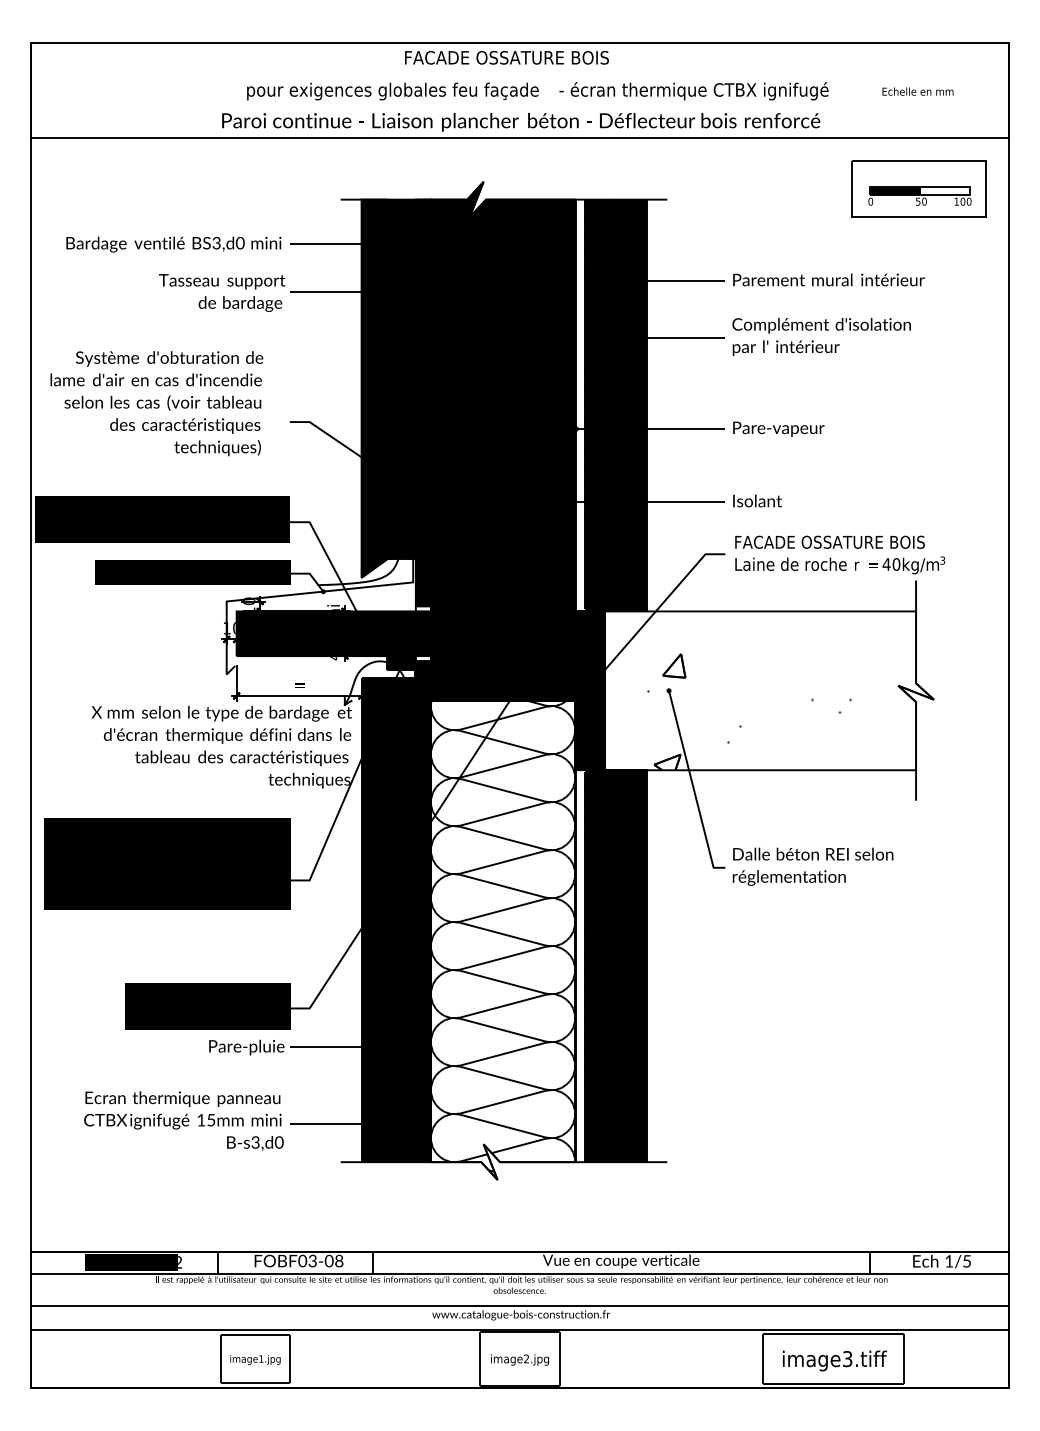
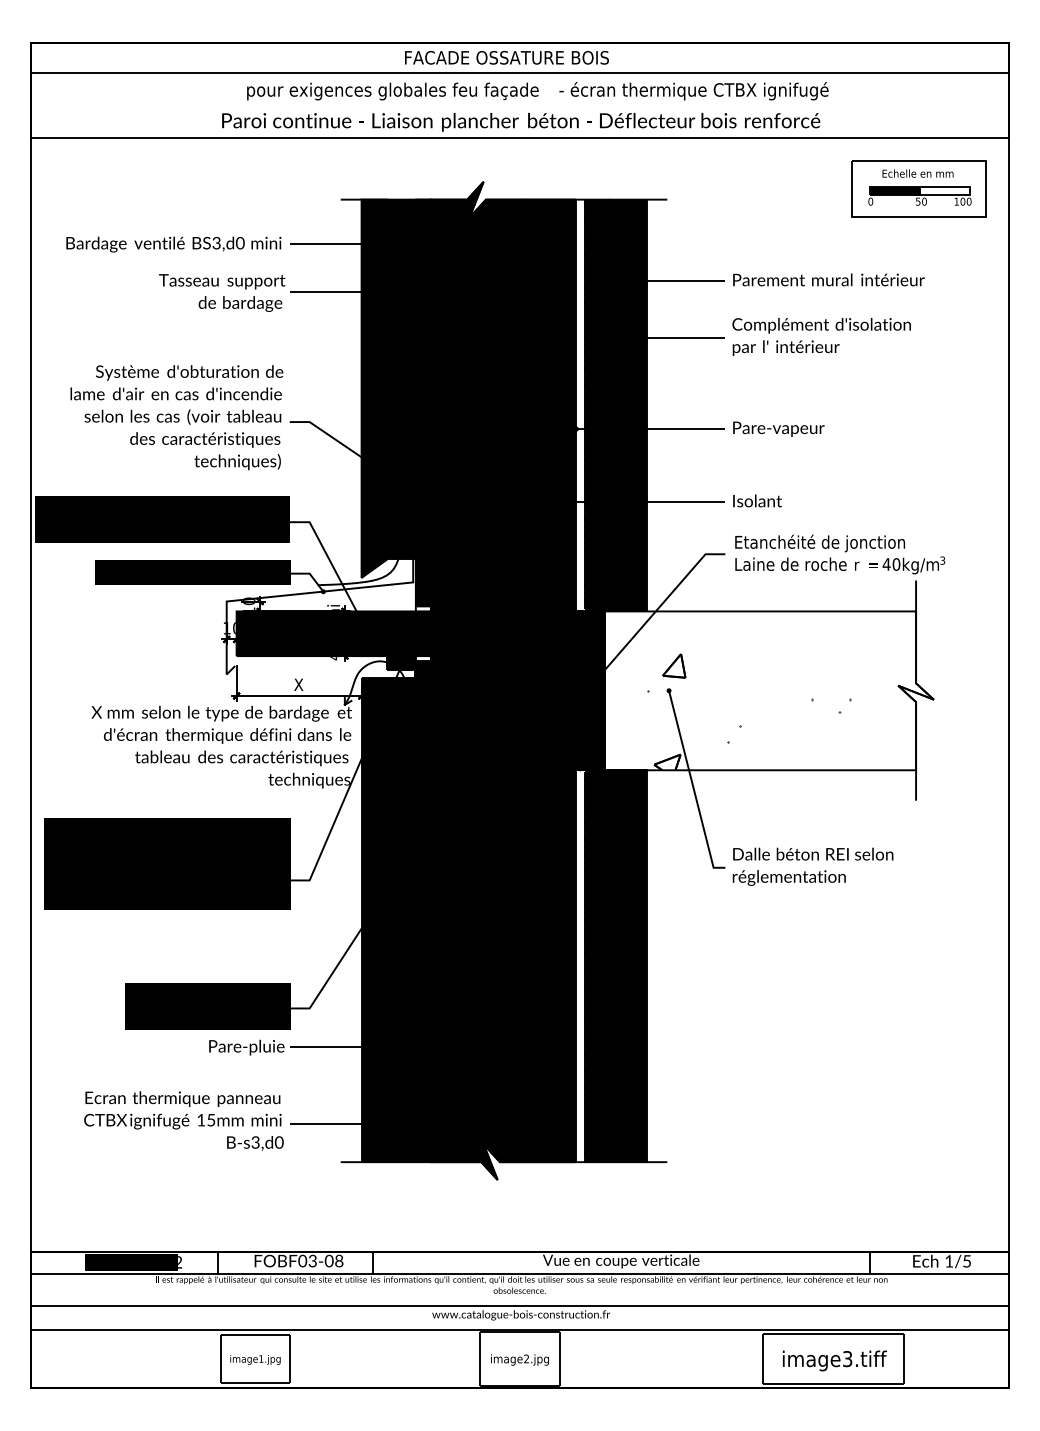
line at (519, 72): none -> present
text at (917, 91) position: (917, 91) -> (917, 173)
text at (156, 403) position: (156, 403) -> (176, 417)
text at (830, 543): FACADE OSSATURE BOIS -> Etanchéité de jonction
text at (299, 684): = -> X
fill at (502, 940): none -> present
